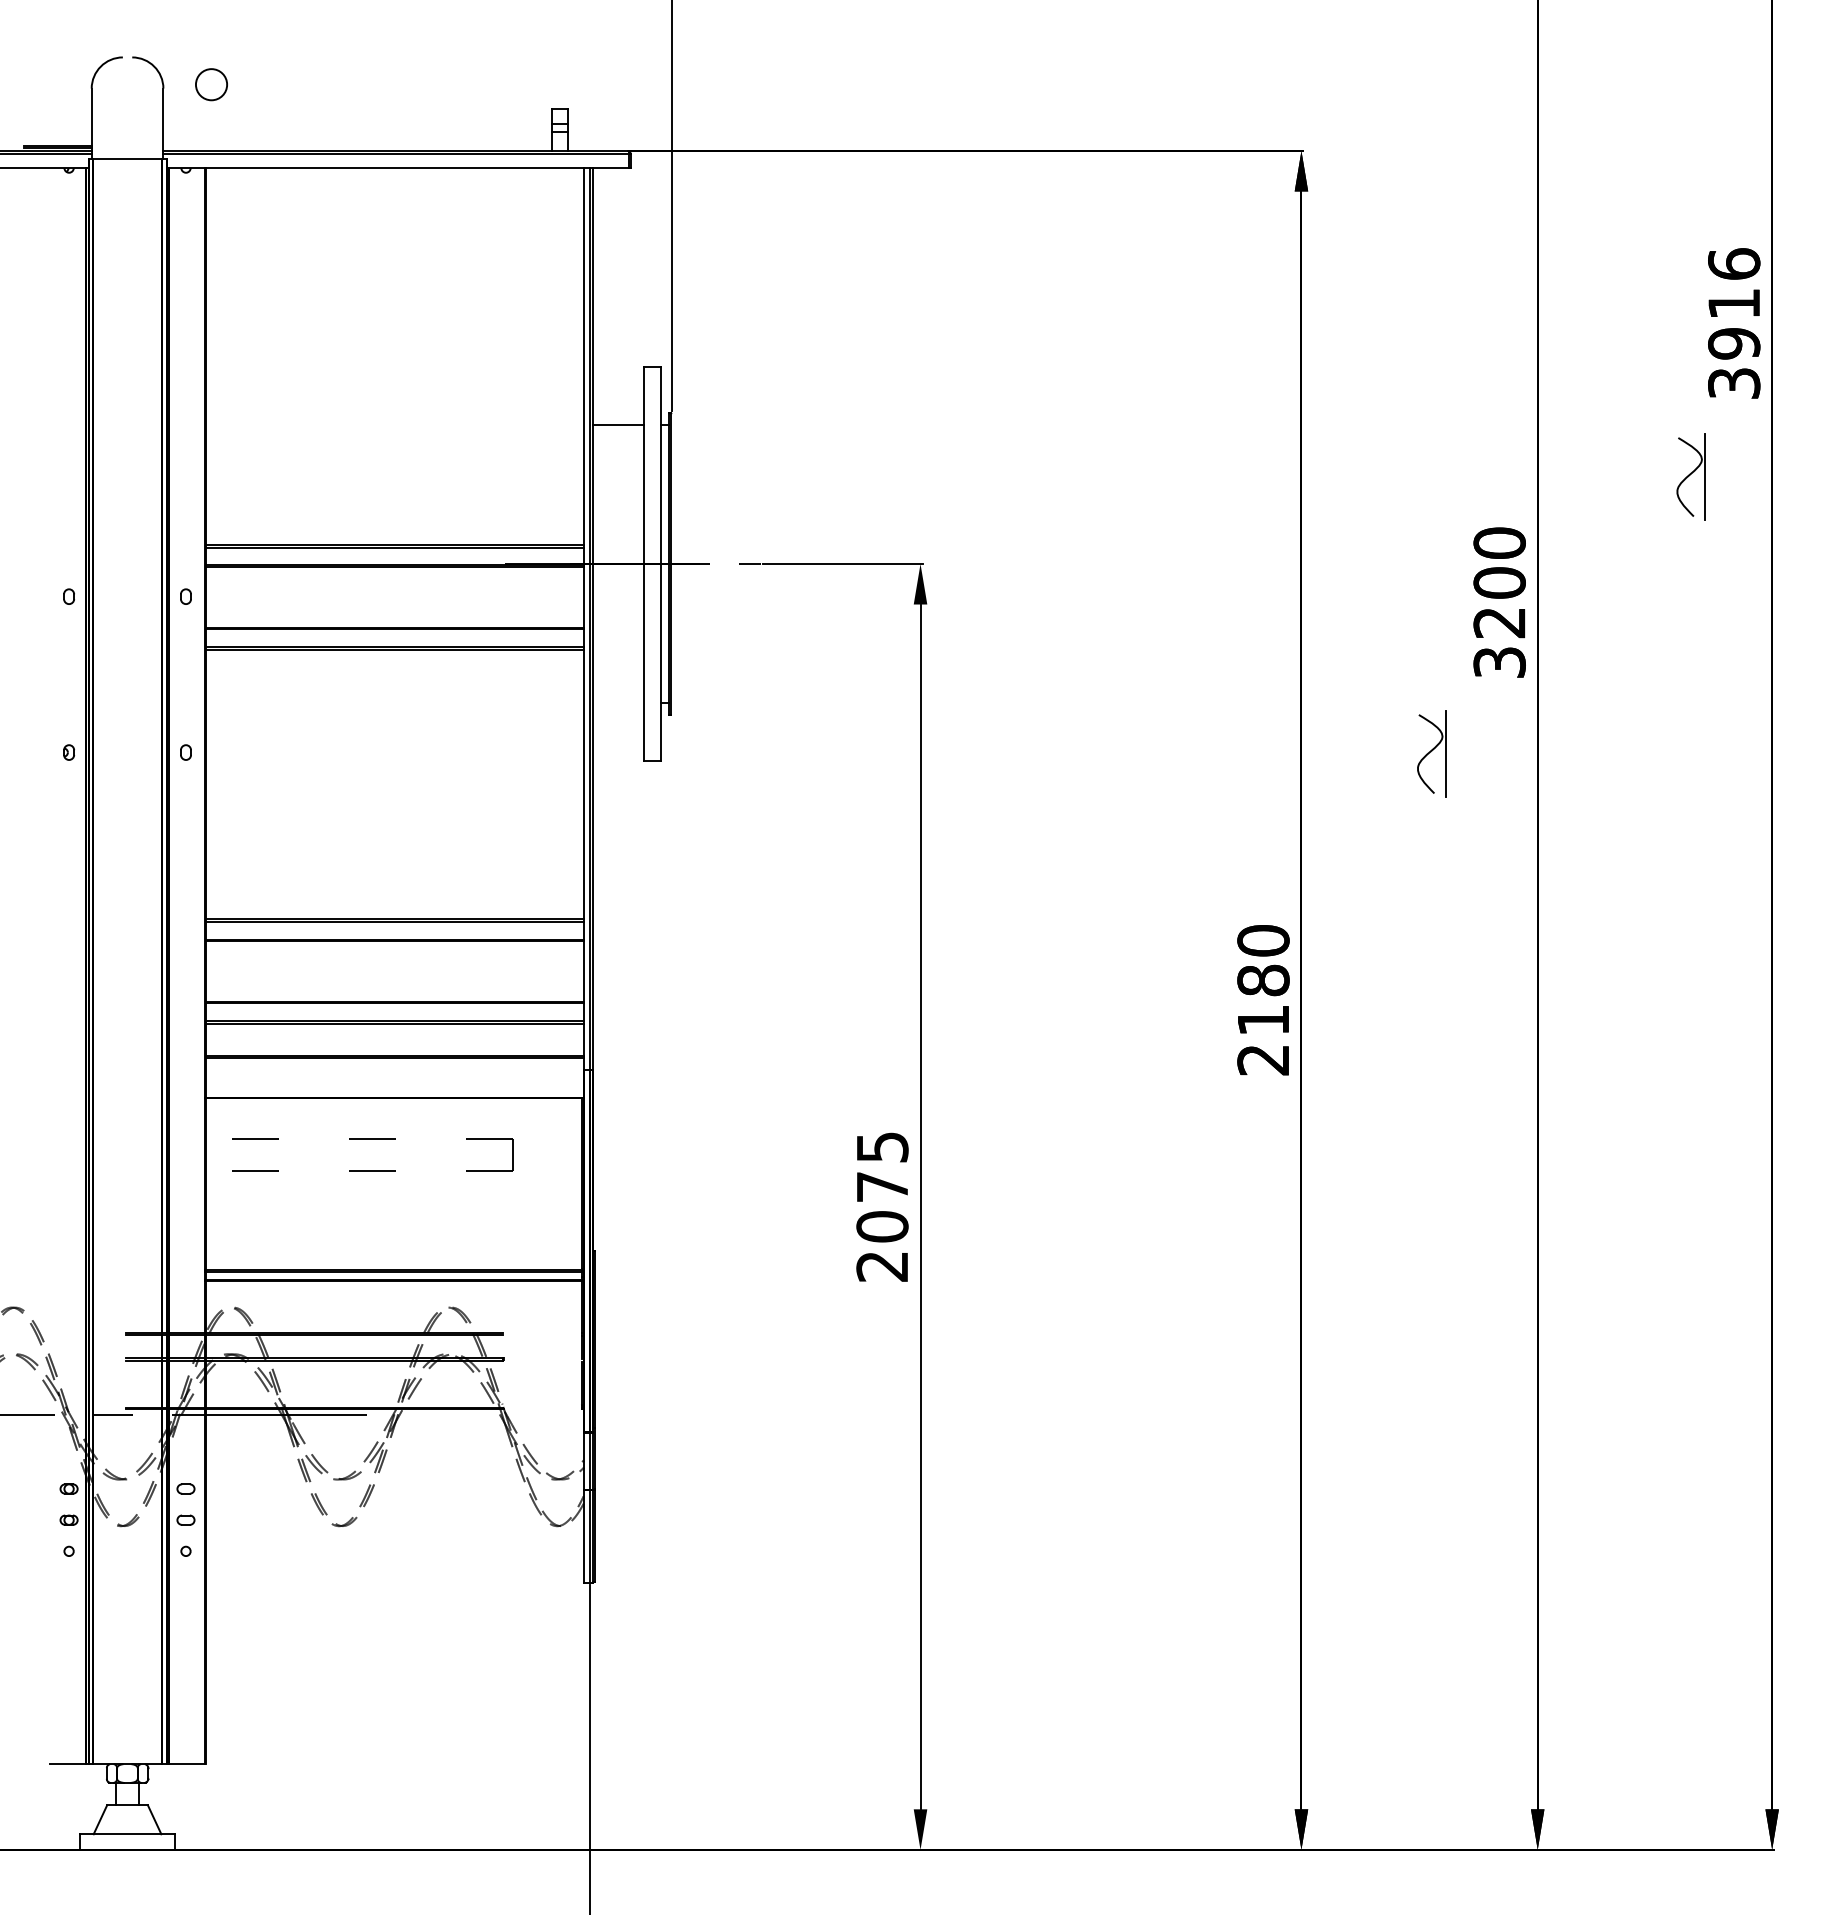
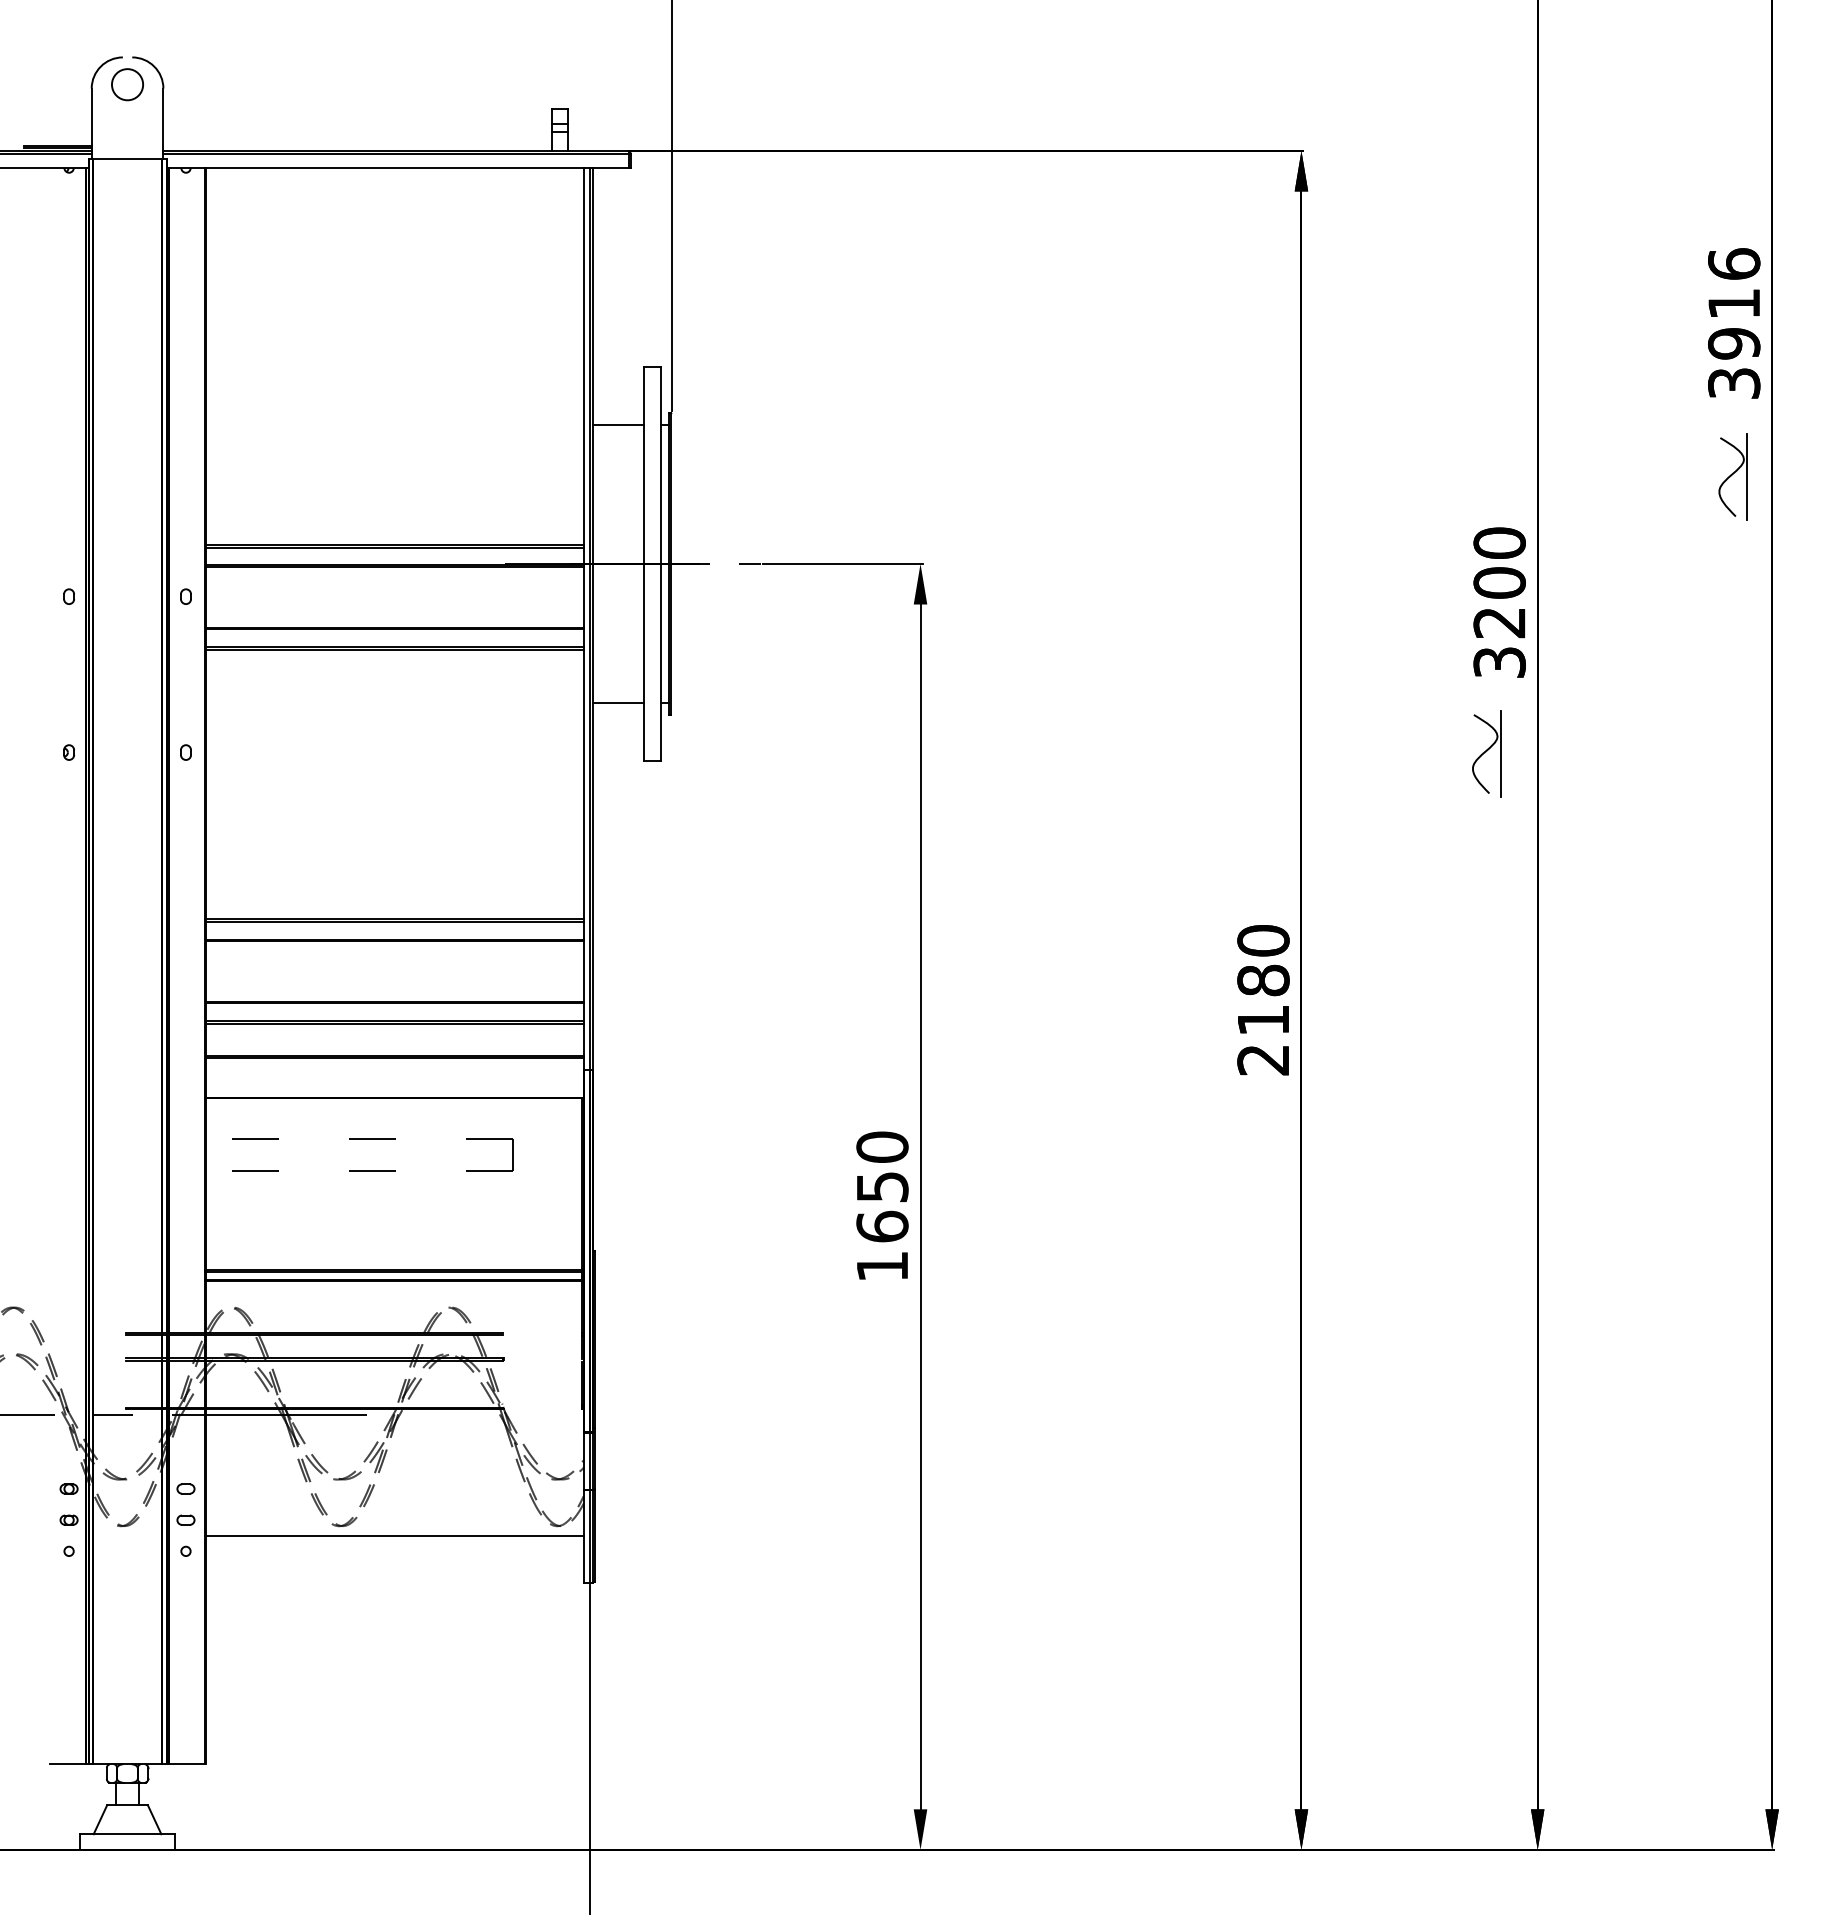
circle at (211, 84) position: (211, 84) -> (127, 84)
part at (1690, 476) position: (1690, 476) -> (1732, 476)
line at (617, 702): none -> present
part at (1431, 753) position: (1431, 753) -> (1486, 753)
text at (882, 1206): 2075 -> 1650
line at (394, 1536): none -> present
